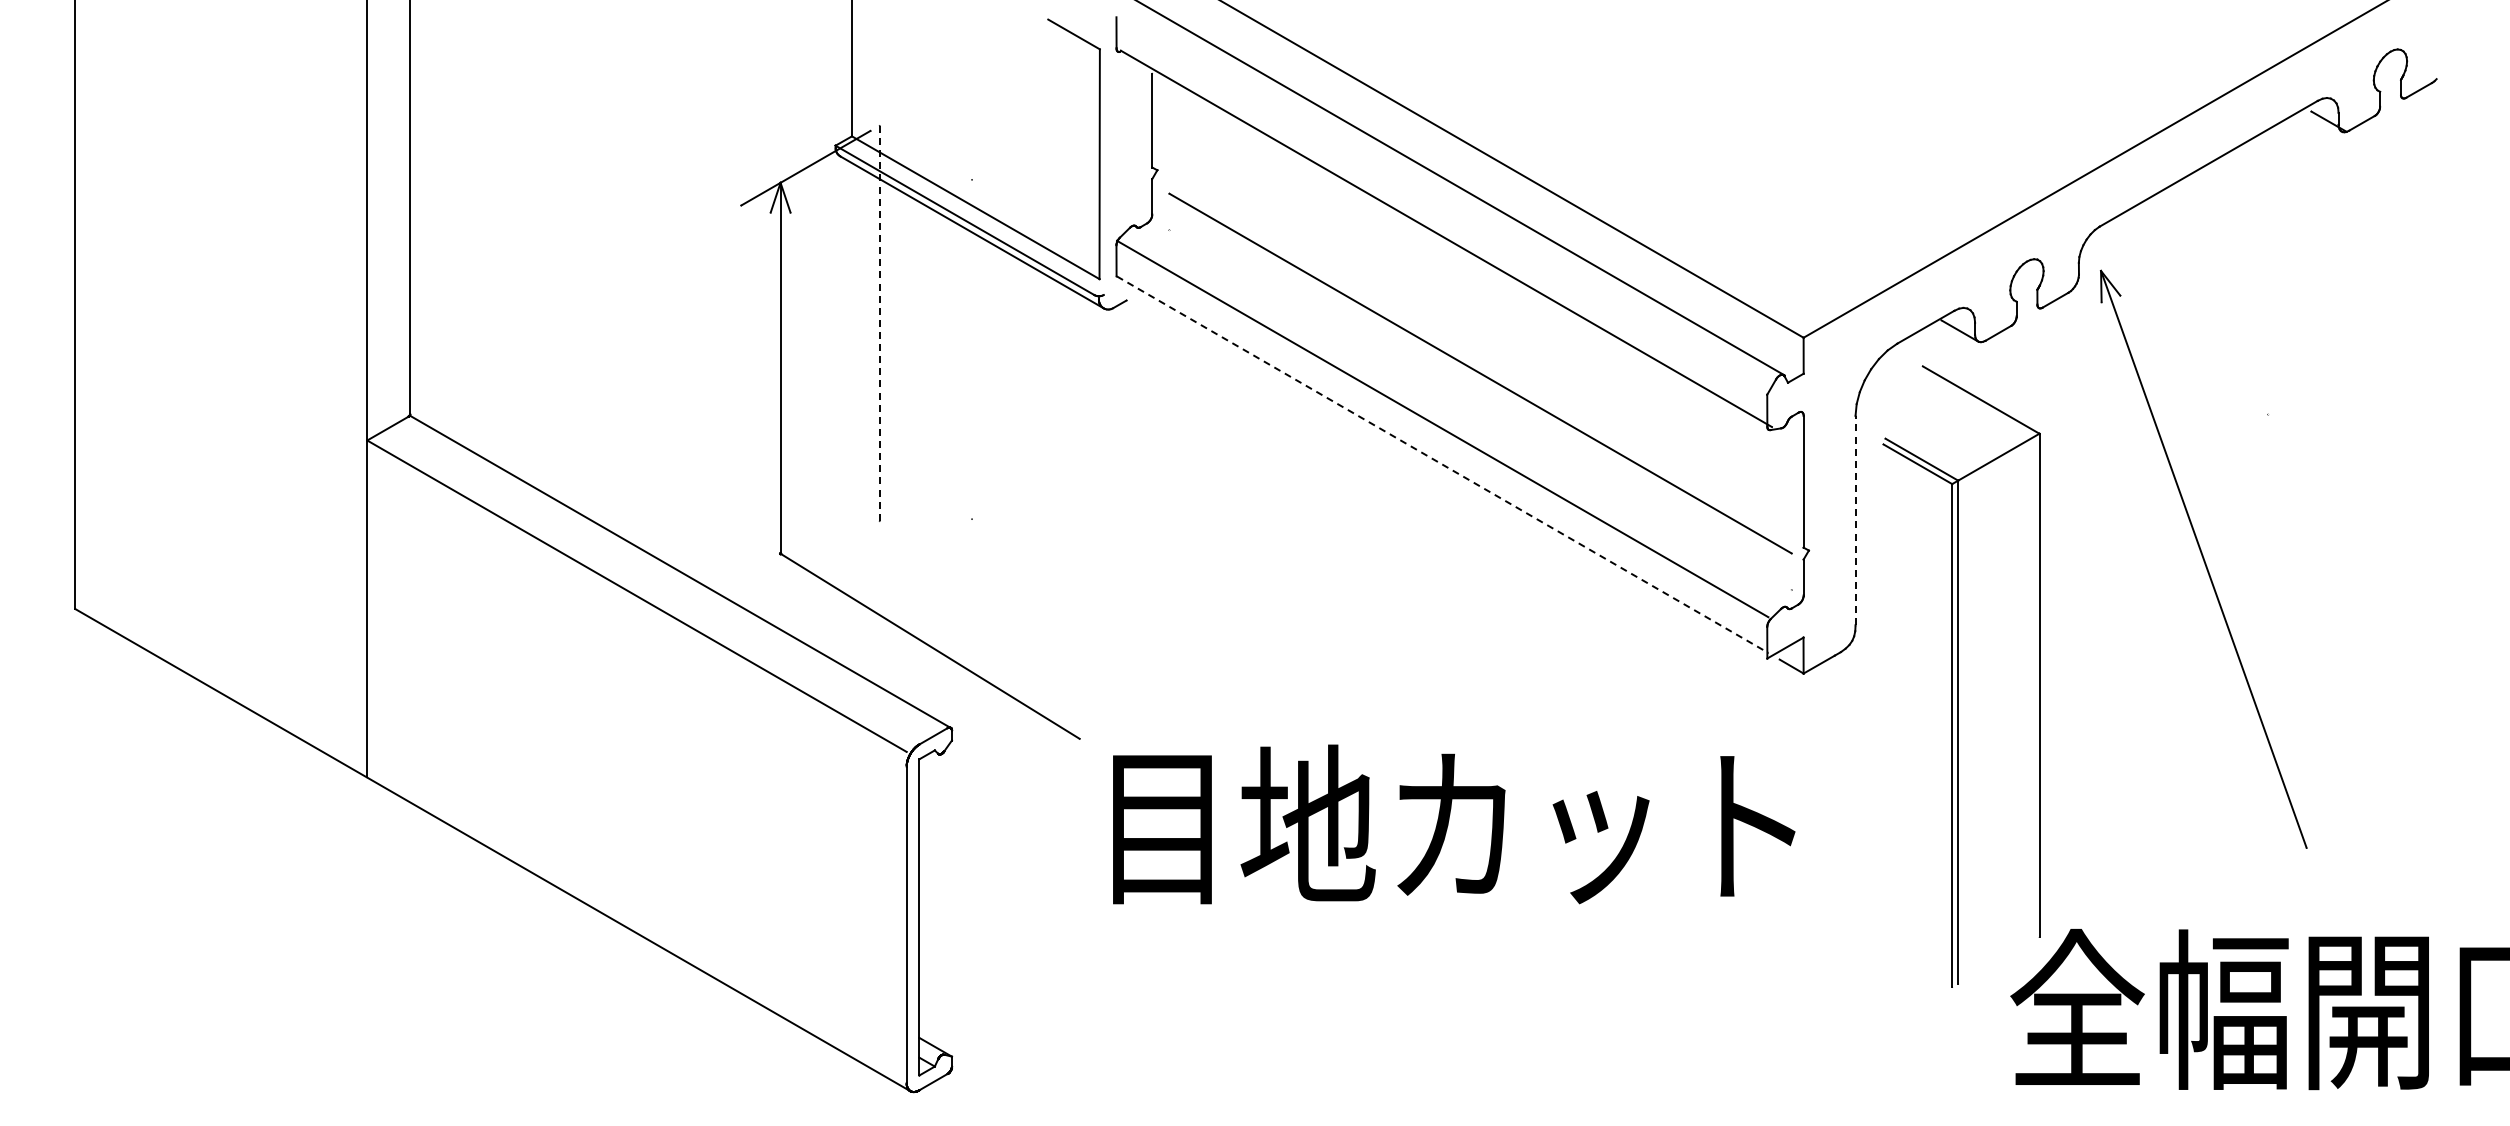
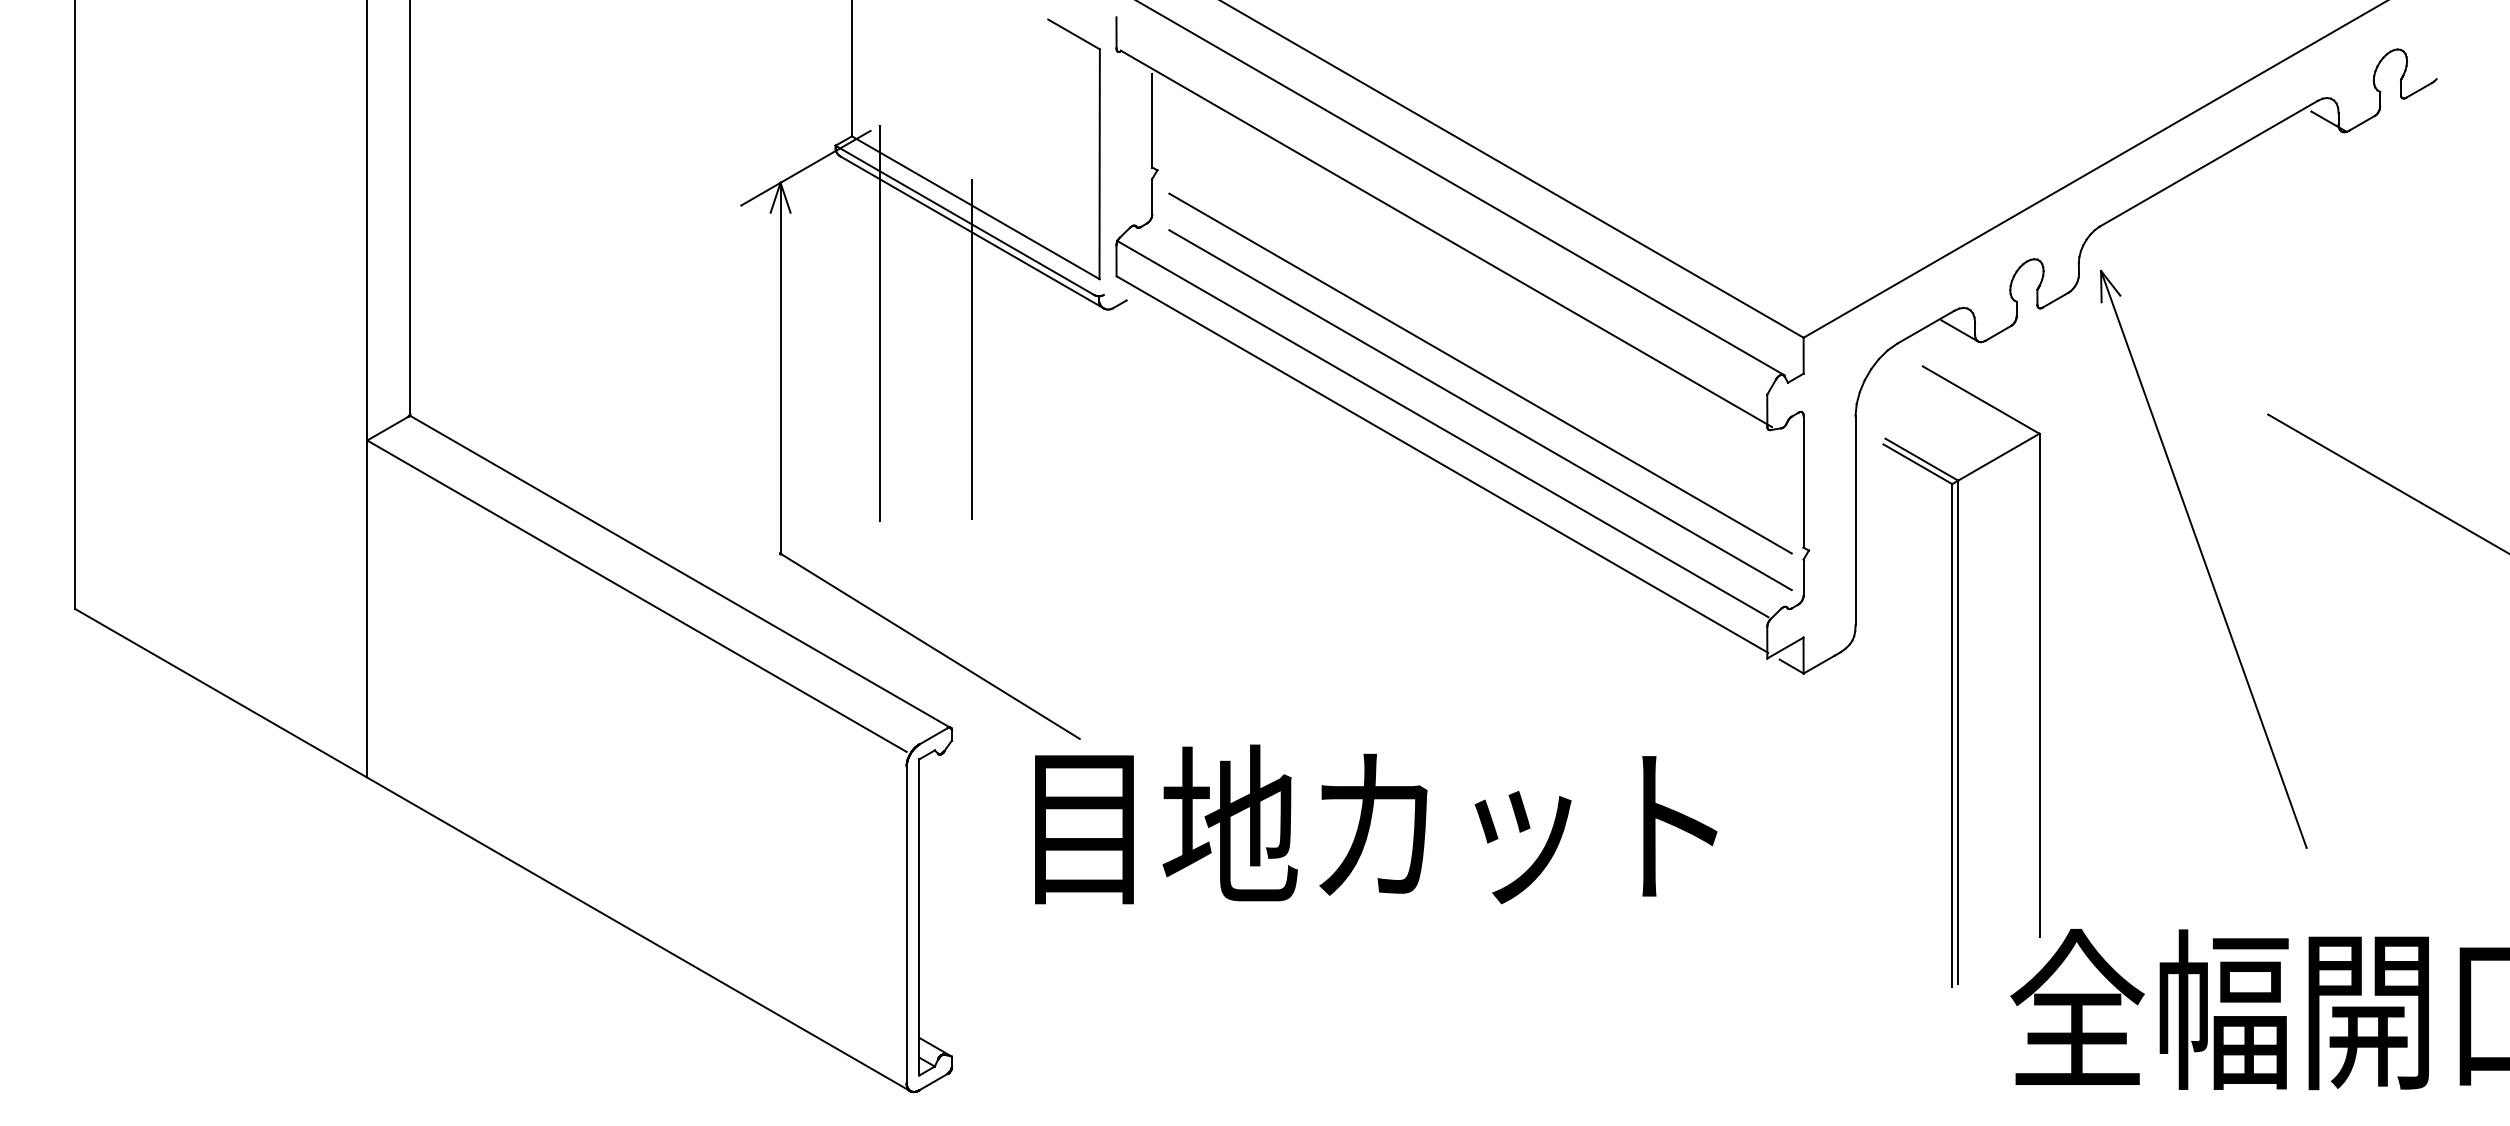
line at (879, 323): dashed -> solid
line at (972, 349): none -> present
line at (1480, 410): none -> present
line at (1442, 464): dashed -> solid
line at (2387, 483): none -> present
line at (1855, 520): dashed -> solid
text at (1454, 824) position: (1454, 824) -> (1376, 824)
